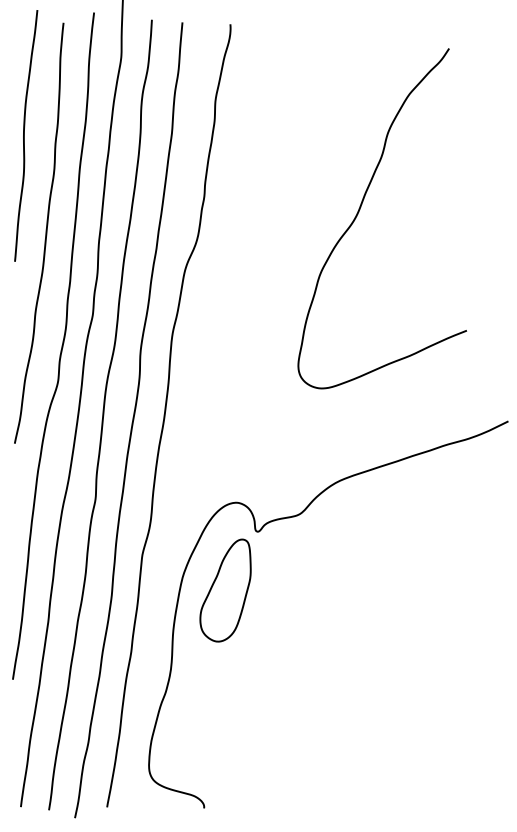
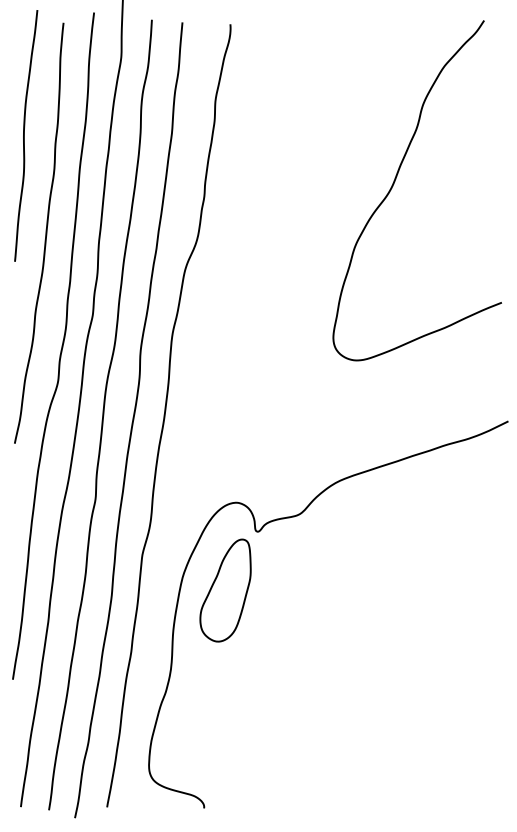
curve at (359, 212) position: (359, 212) -> (394, 184)
